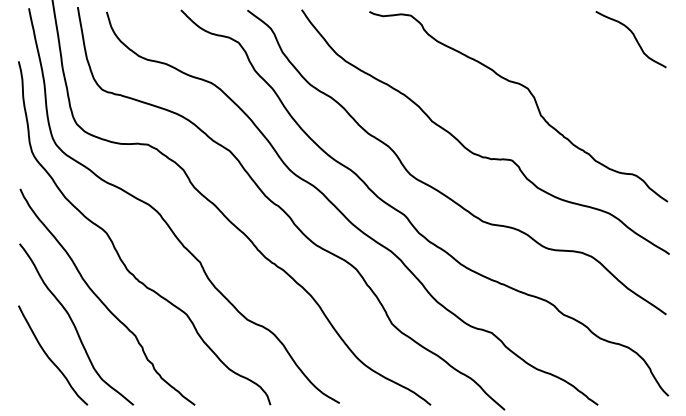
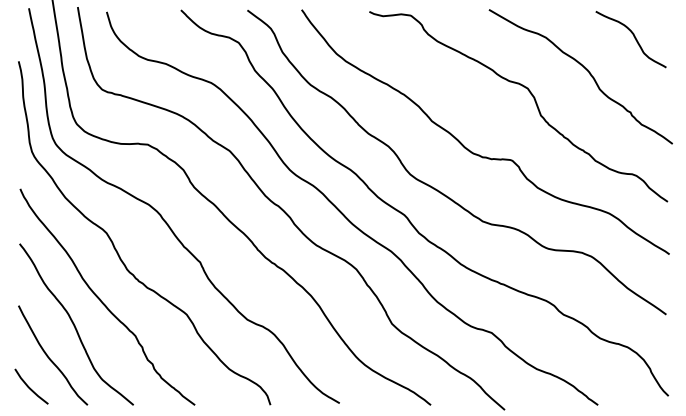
curve at (586, 70): none -> present
curve at (30, 387): none -> present
